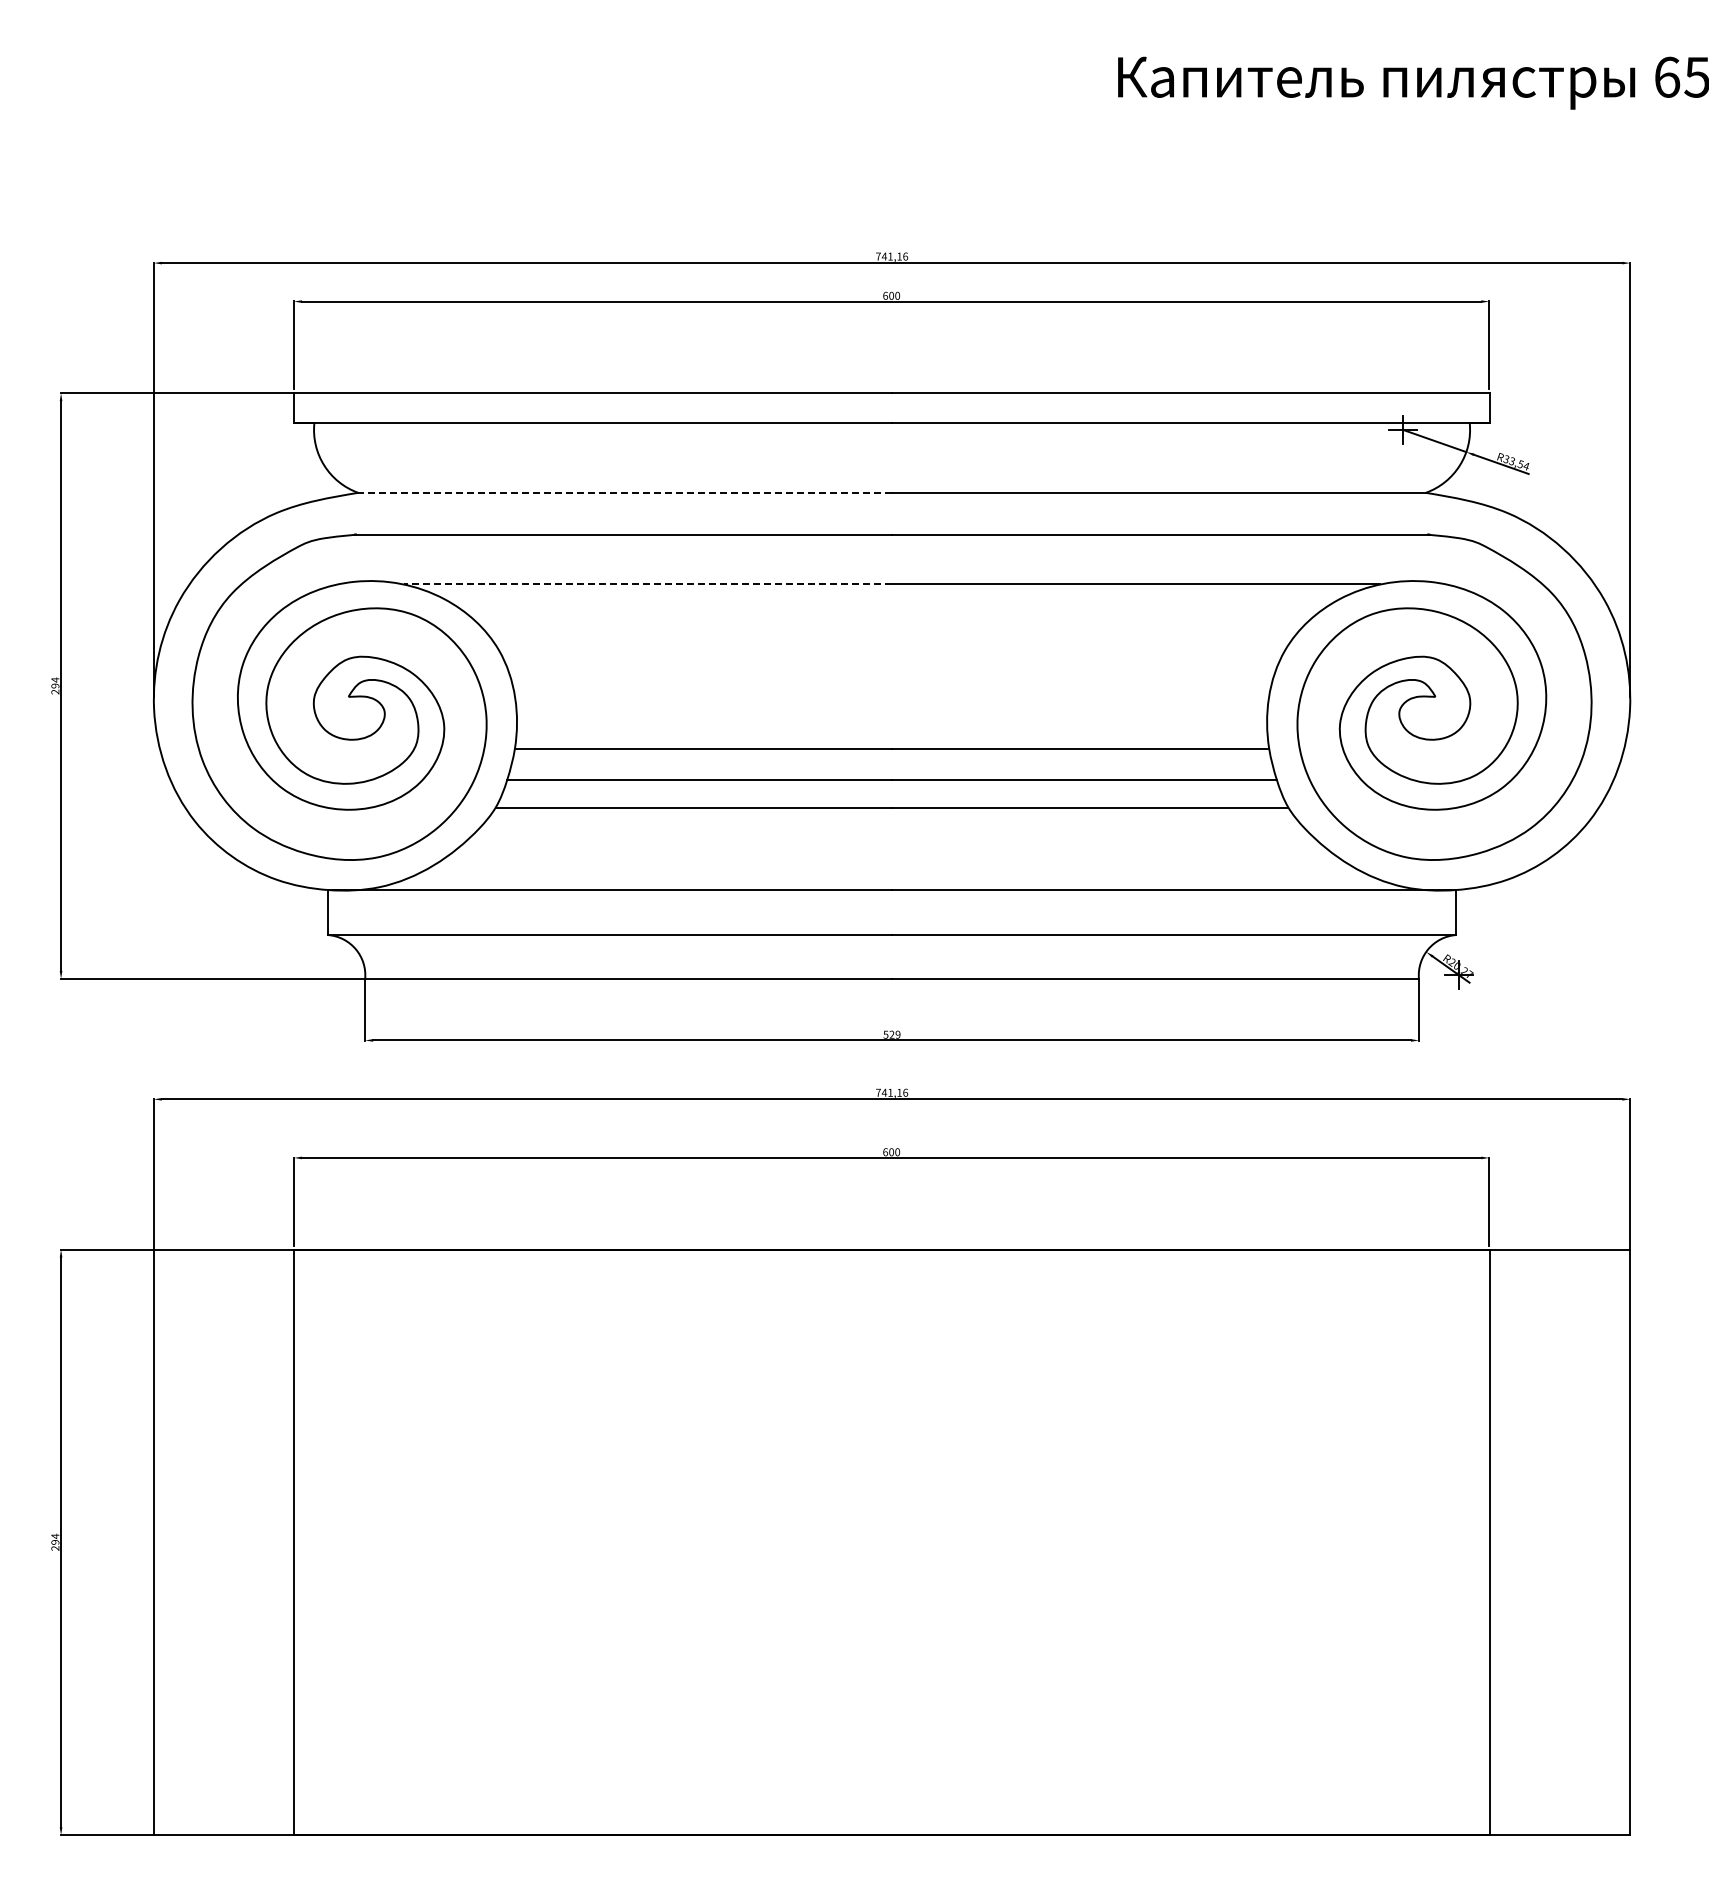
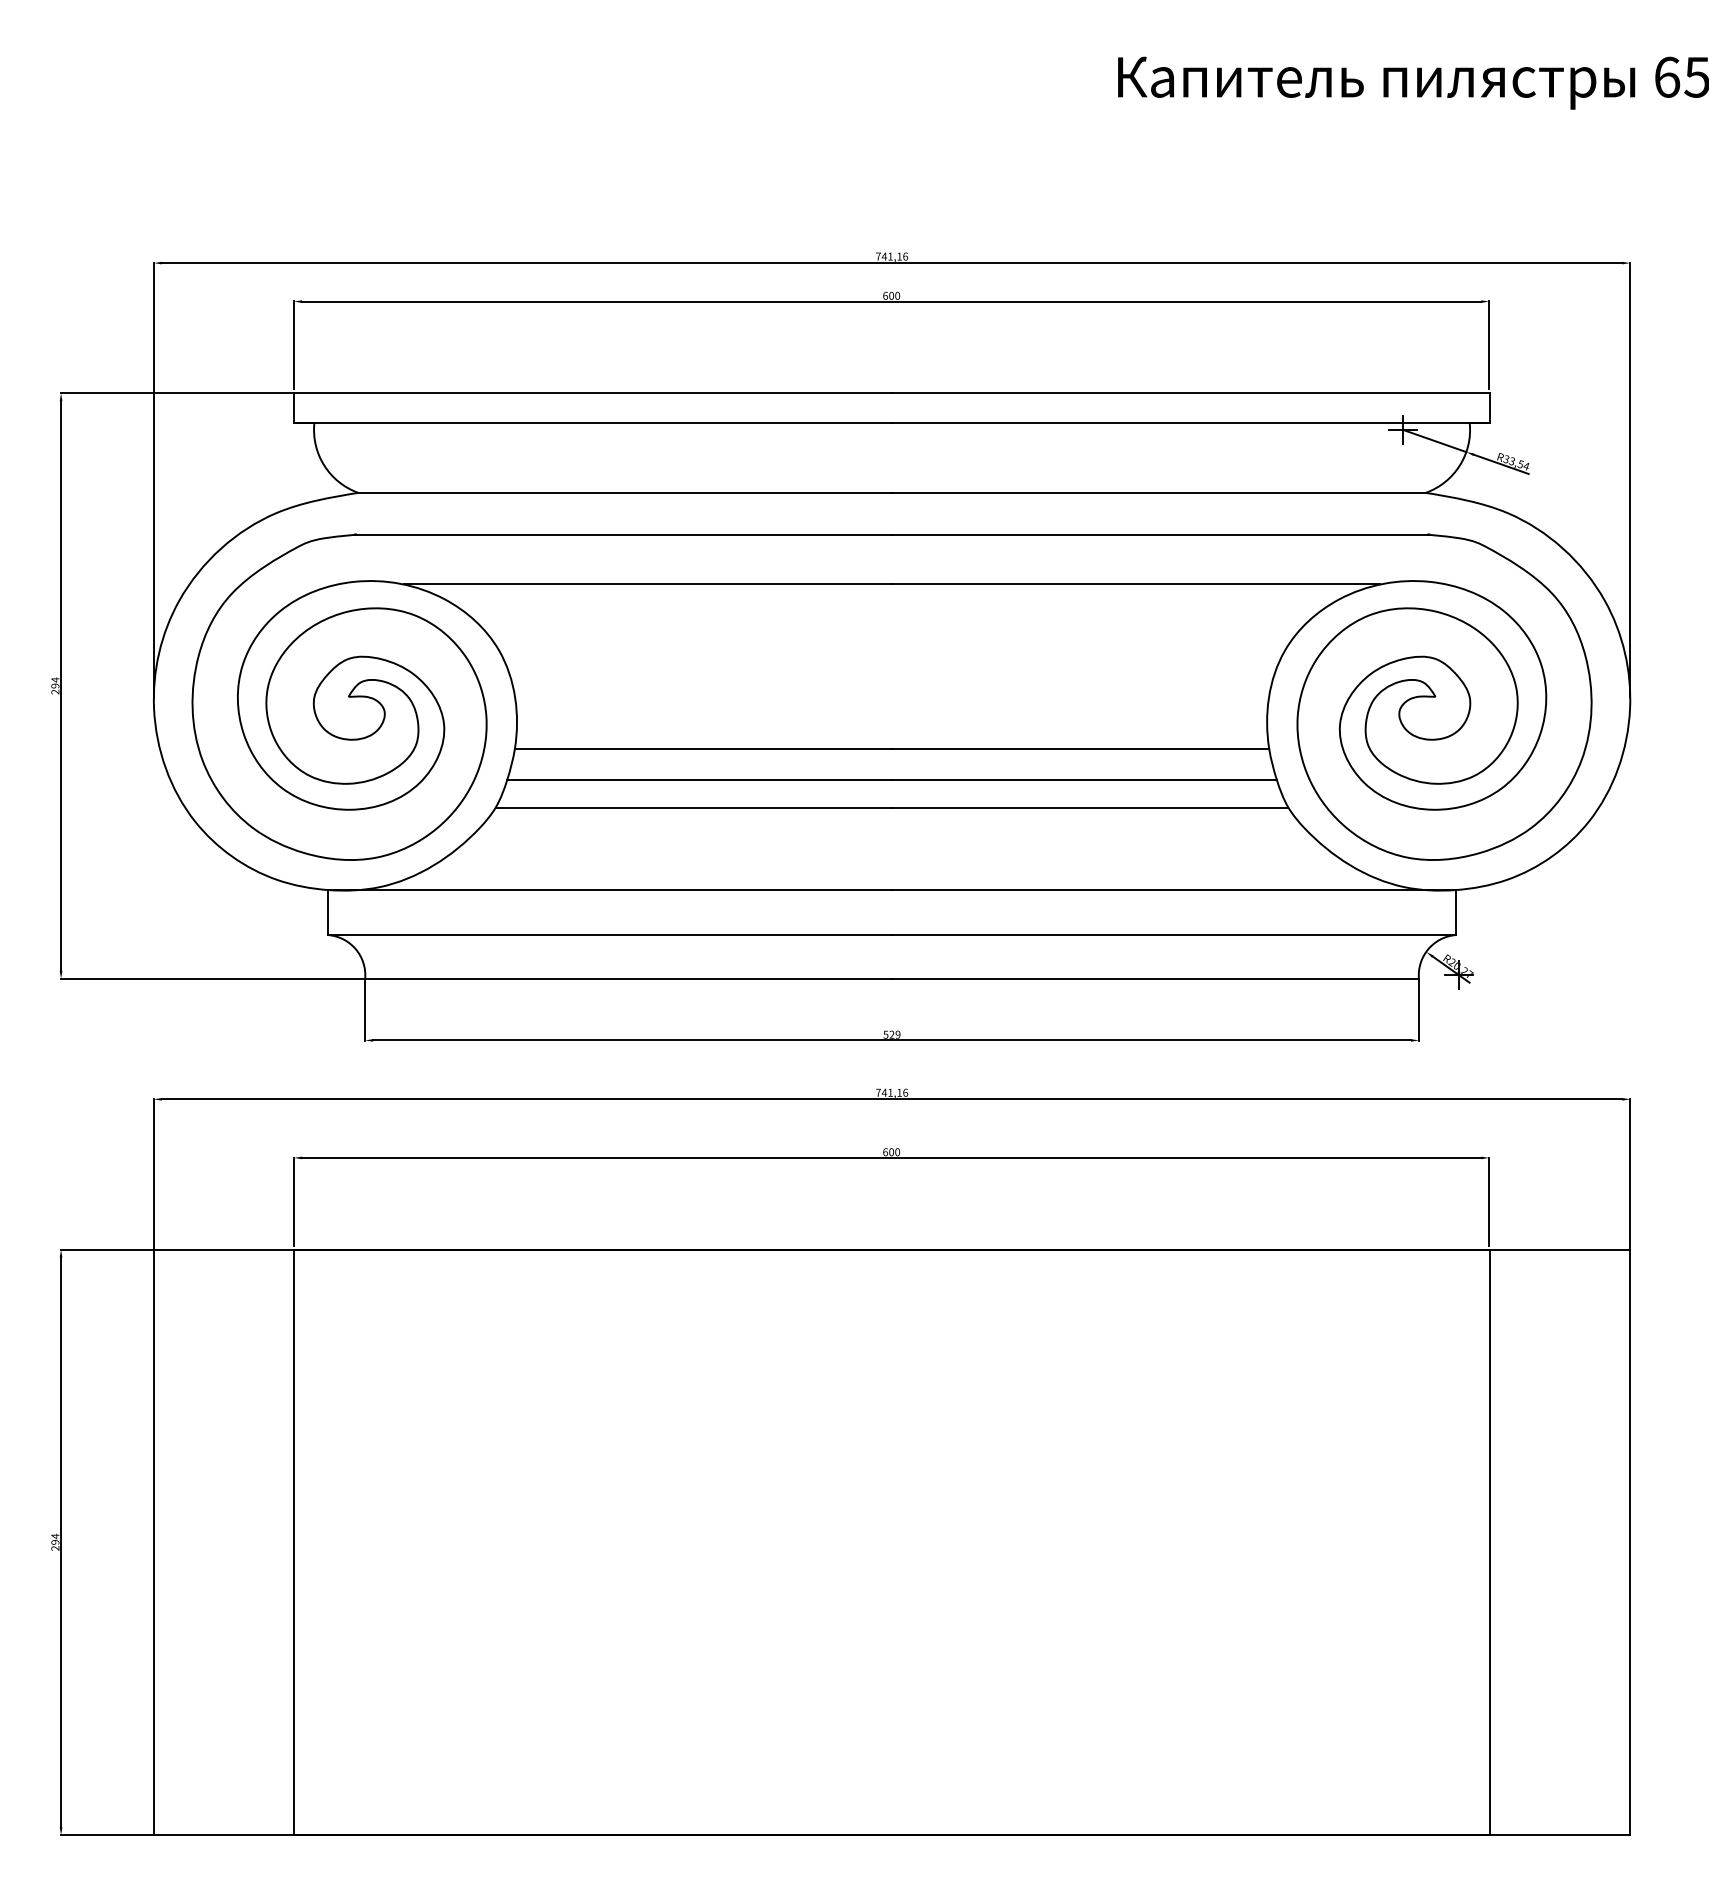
line at (625, 492): dashed -> solid
line at (647, 584): dashed -> solid
